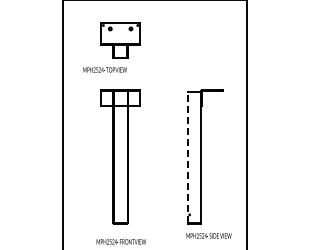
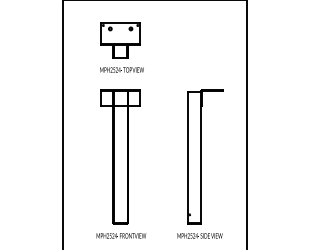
text at (104, 69) position: (104, 69) -> (121, 69)
line at (187, 156): dashed -> solid
text at (208, 235) position: (208, 235) -> (199, 235)
text at (121, 241) position: (121, 241) -> (121, 235)
